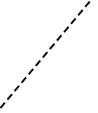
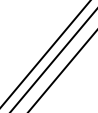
line at (45, 54): dashed -> solid
line at (53, 60): none -> present
line at (62, 70): none -> present
